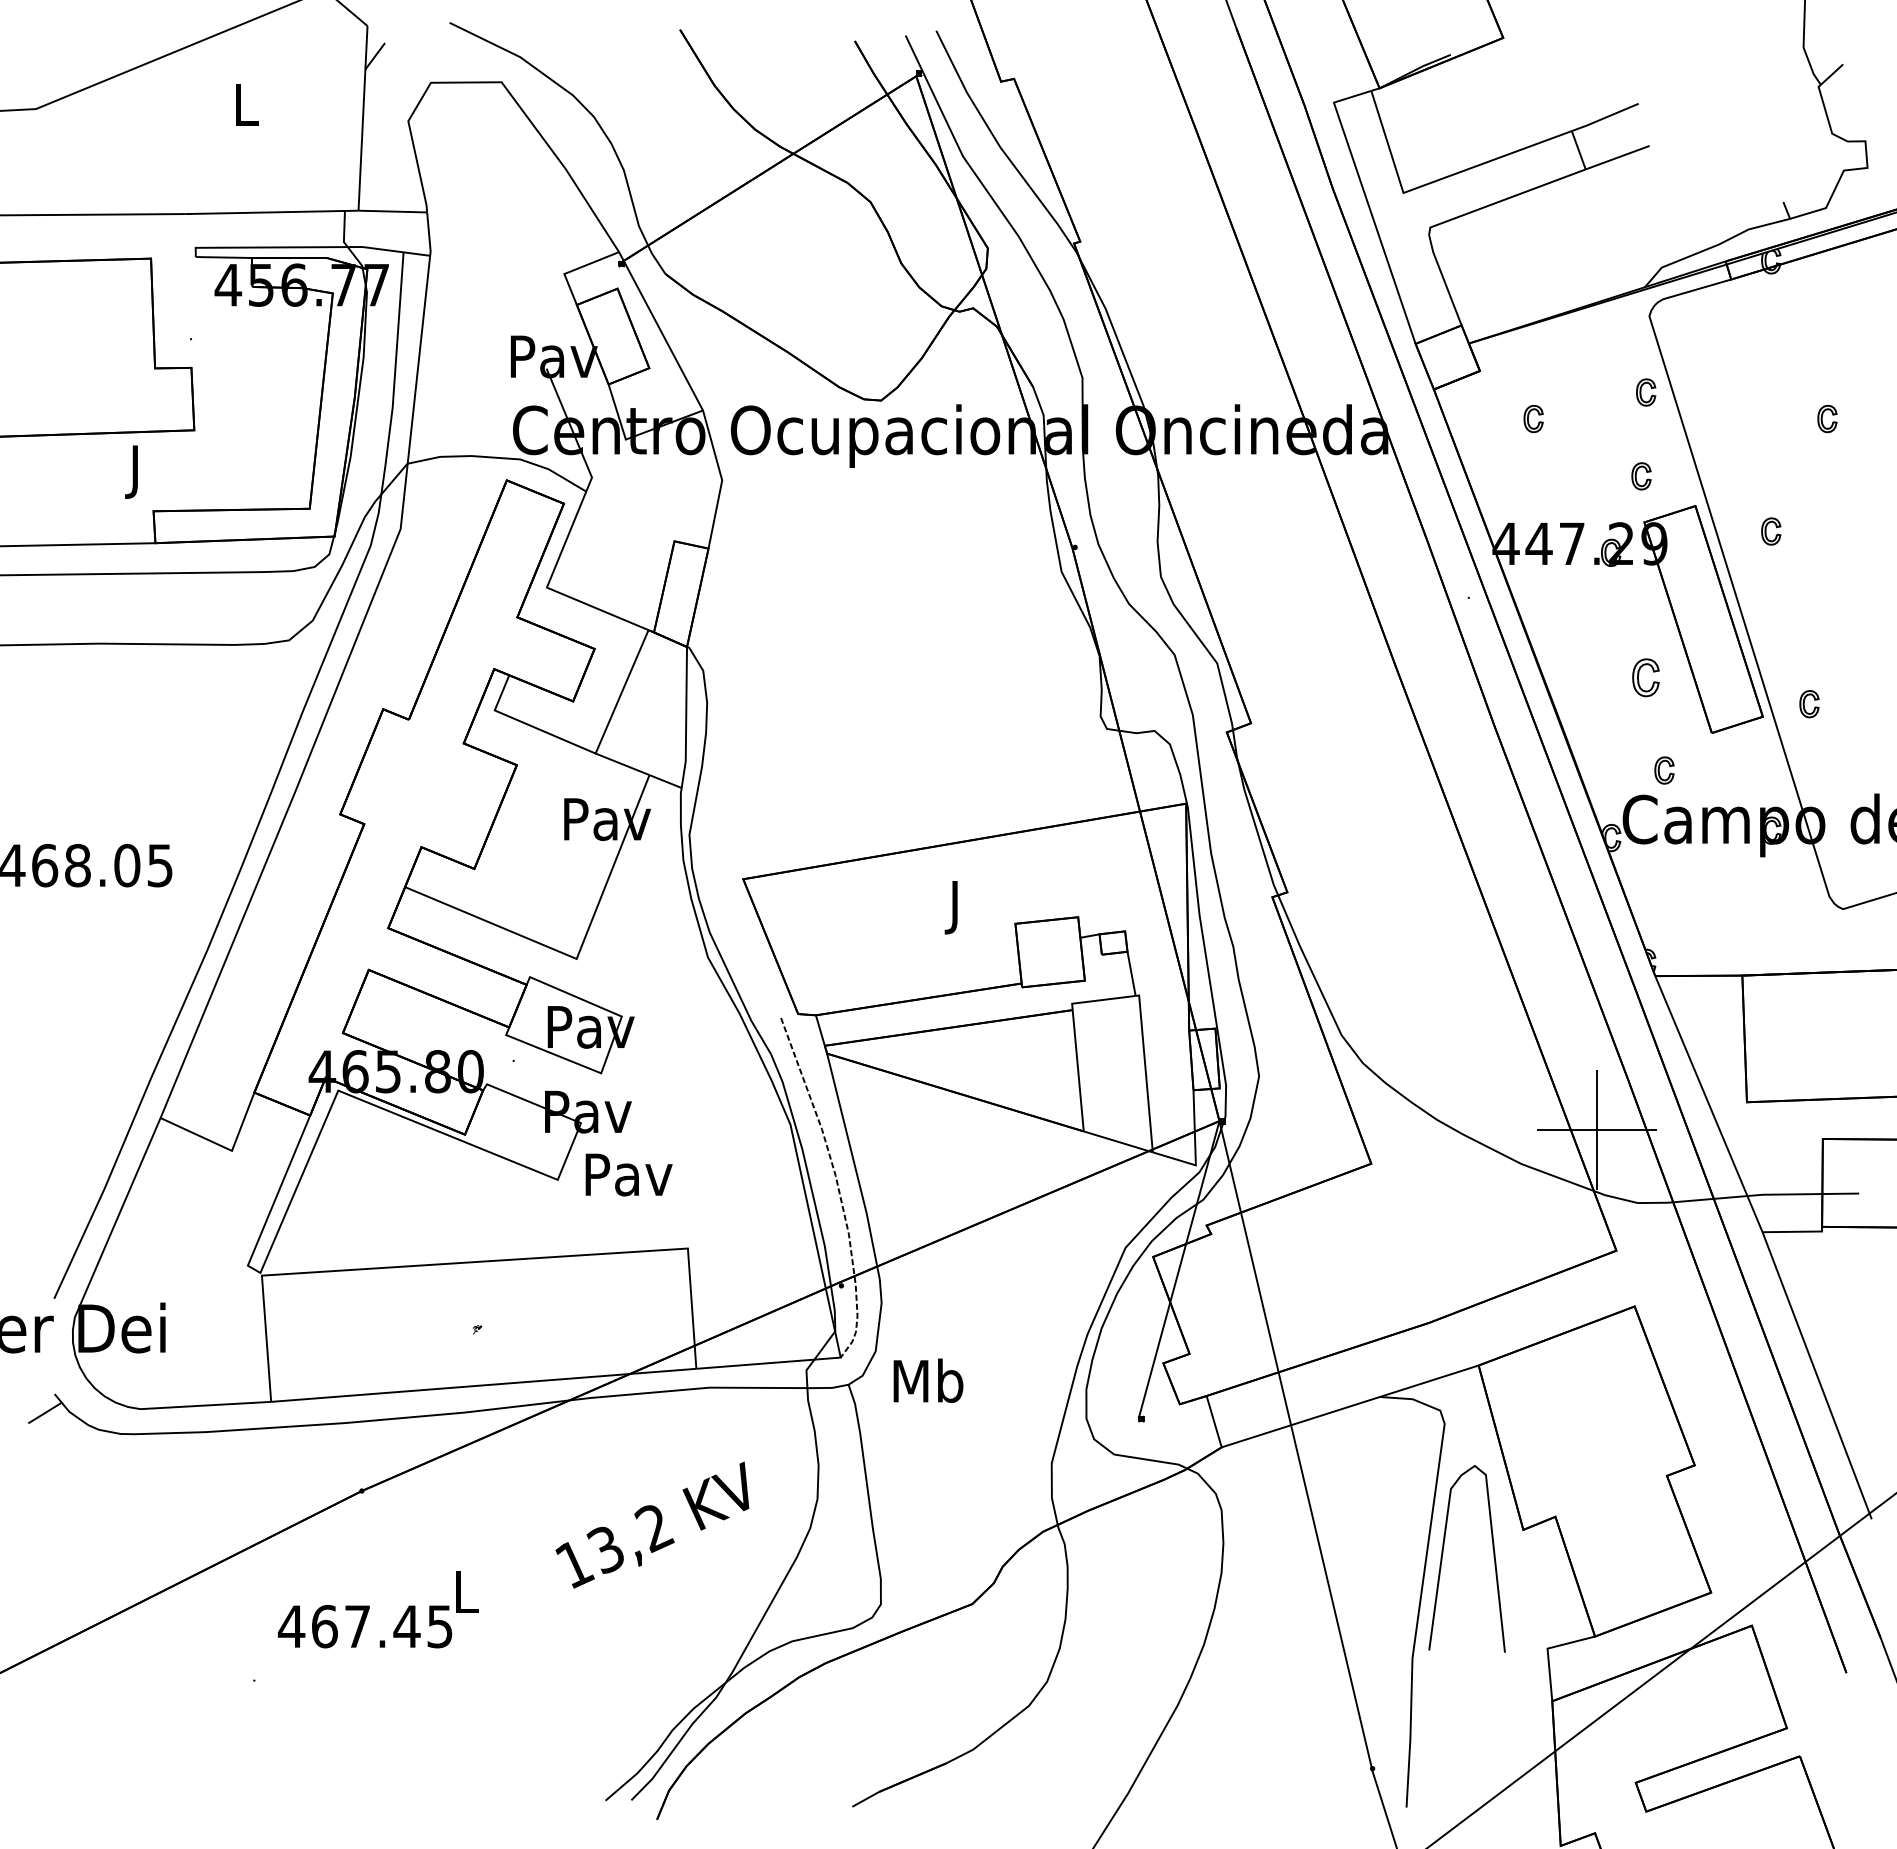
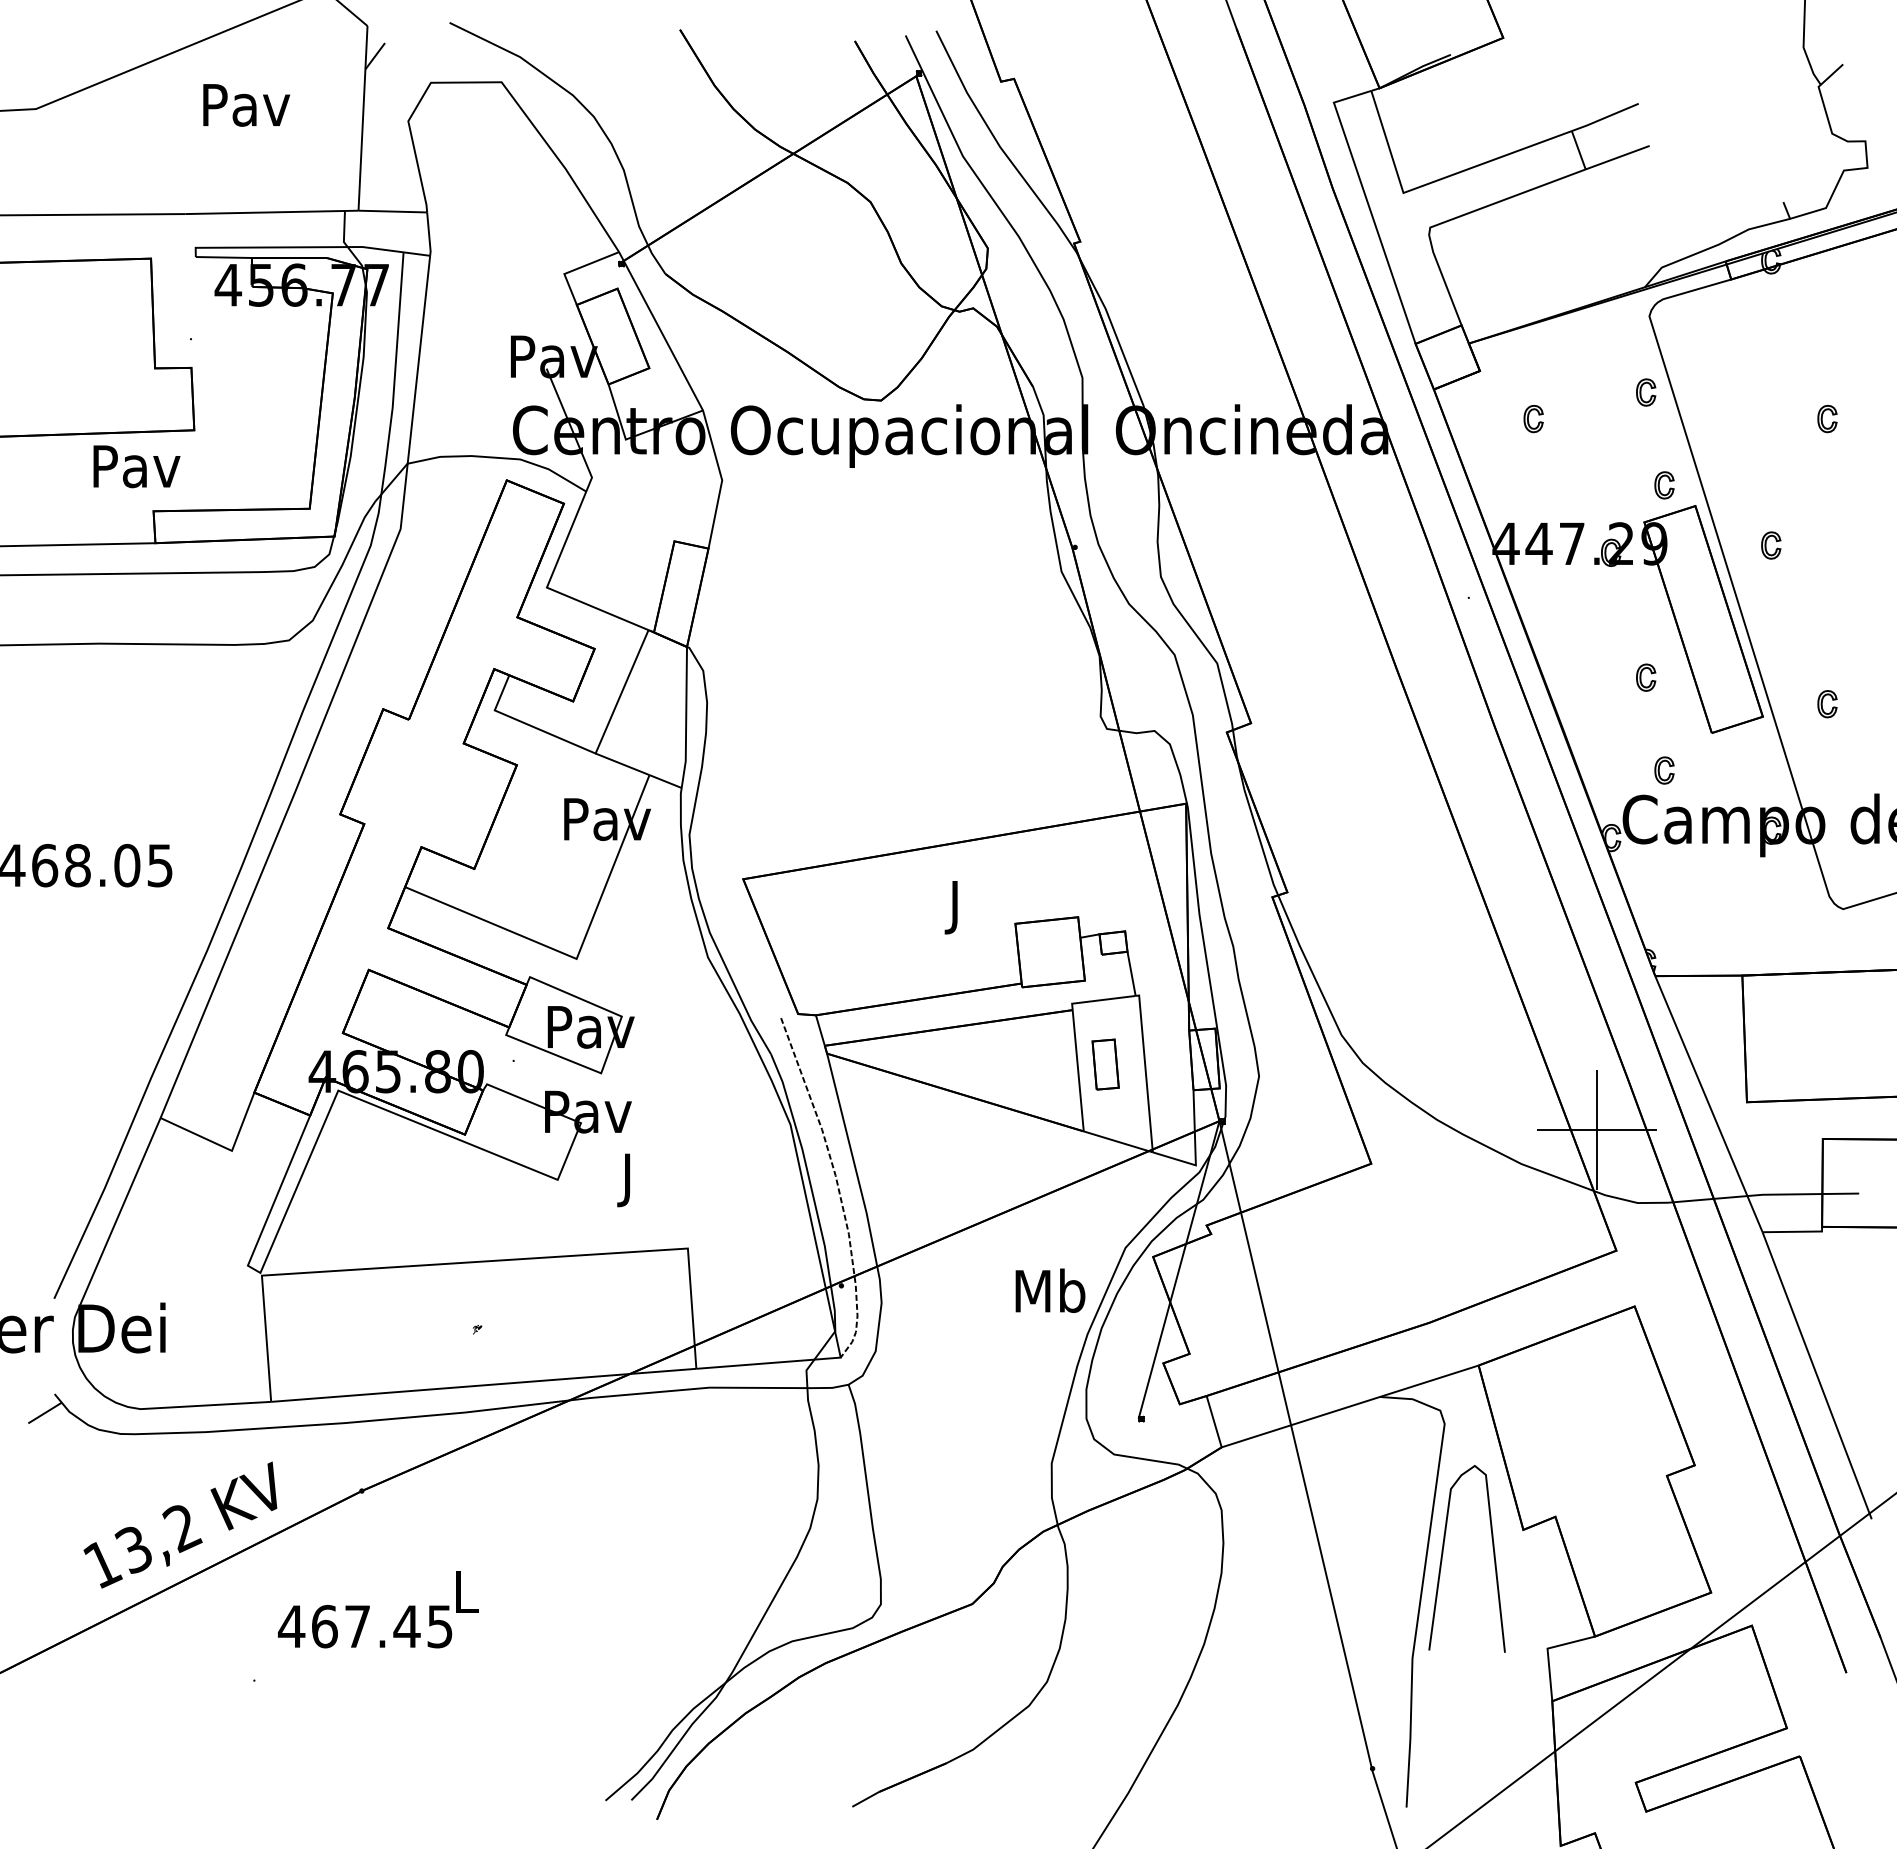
text at (246, 105): L -> Pav
text at (136, 471): J -> Pav
part at (1641, 476) position: (1641, 476) -> (1664, 485)
part at (1771, 531) position: (1771, 531) -> (1771, 545)
part at (1645, 677) size: 28x40 px -> 21x29 px
part at (1809, 704) position: (1809, 704) -> (1827, 704)
part at (1105, 1064): none -> present
text at (628, 1180): Pav -> J
text at (928, 1380) position: (928, 1380) -> (1050, 1290)
text at (652, 1524) position: (652, 1524) -> (180, 1524)
